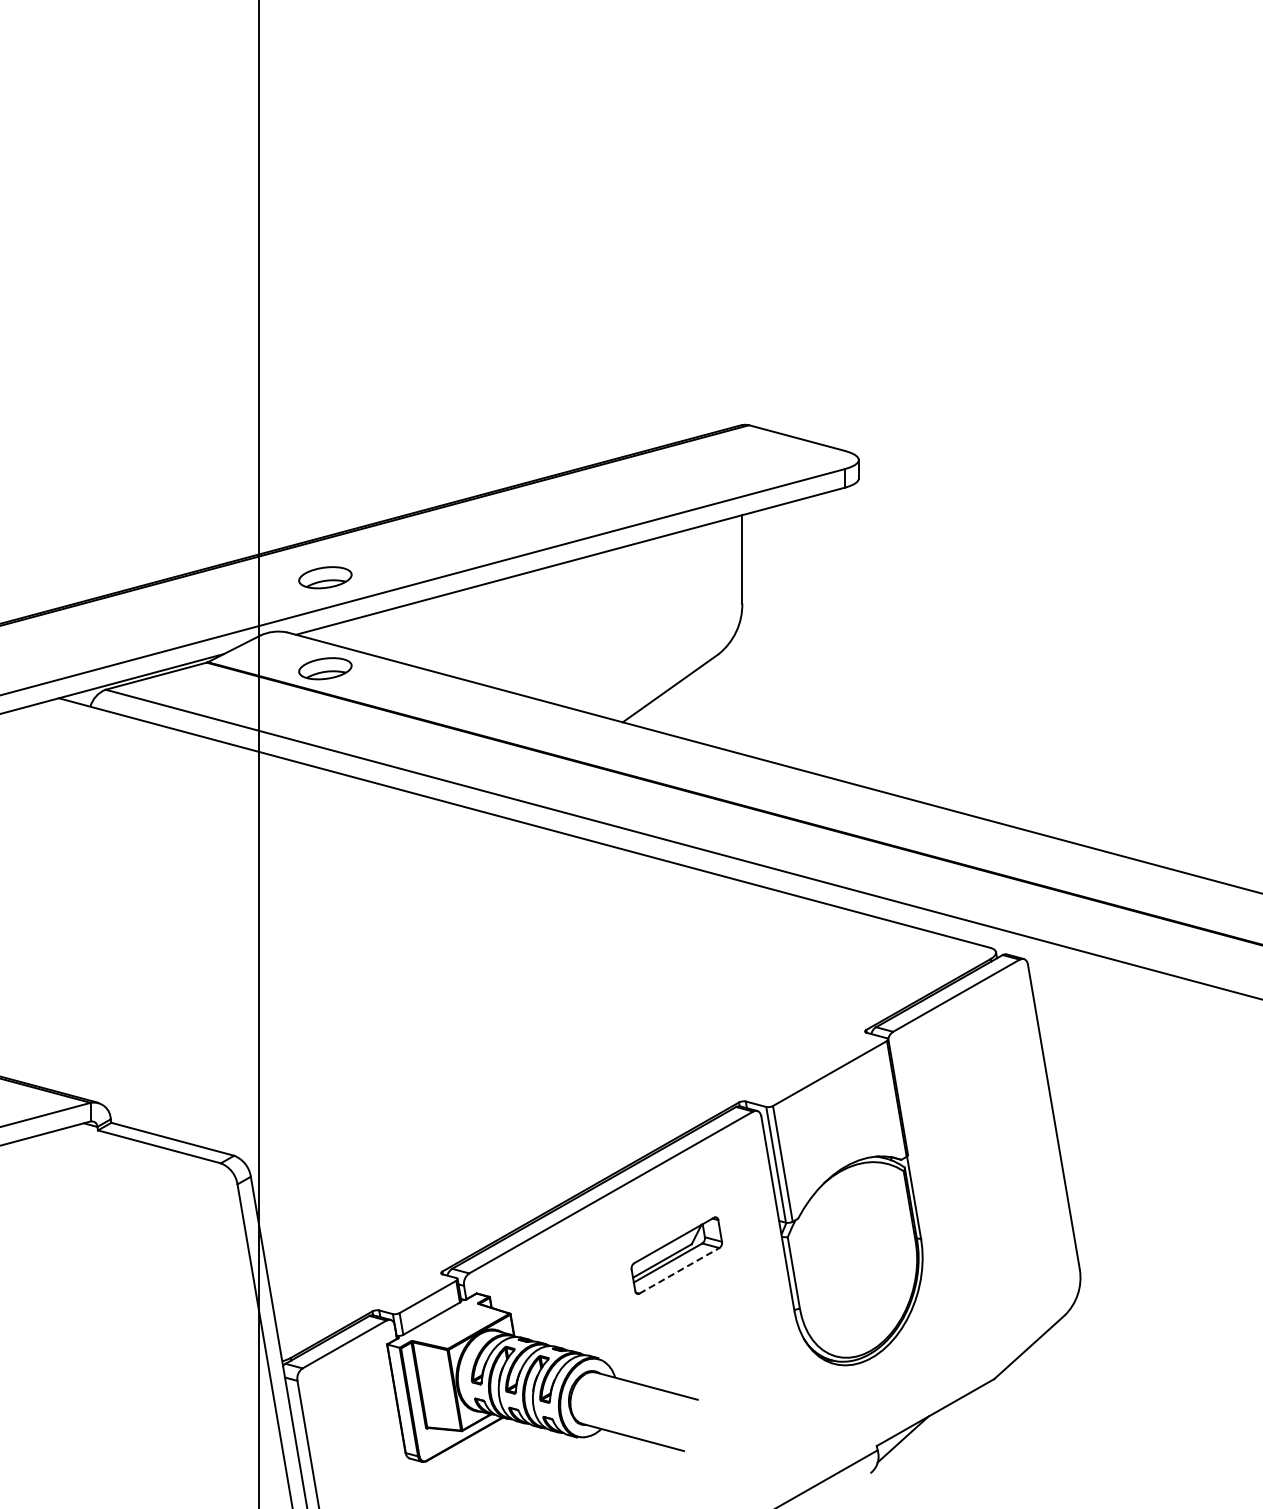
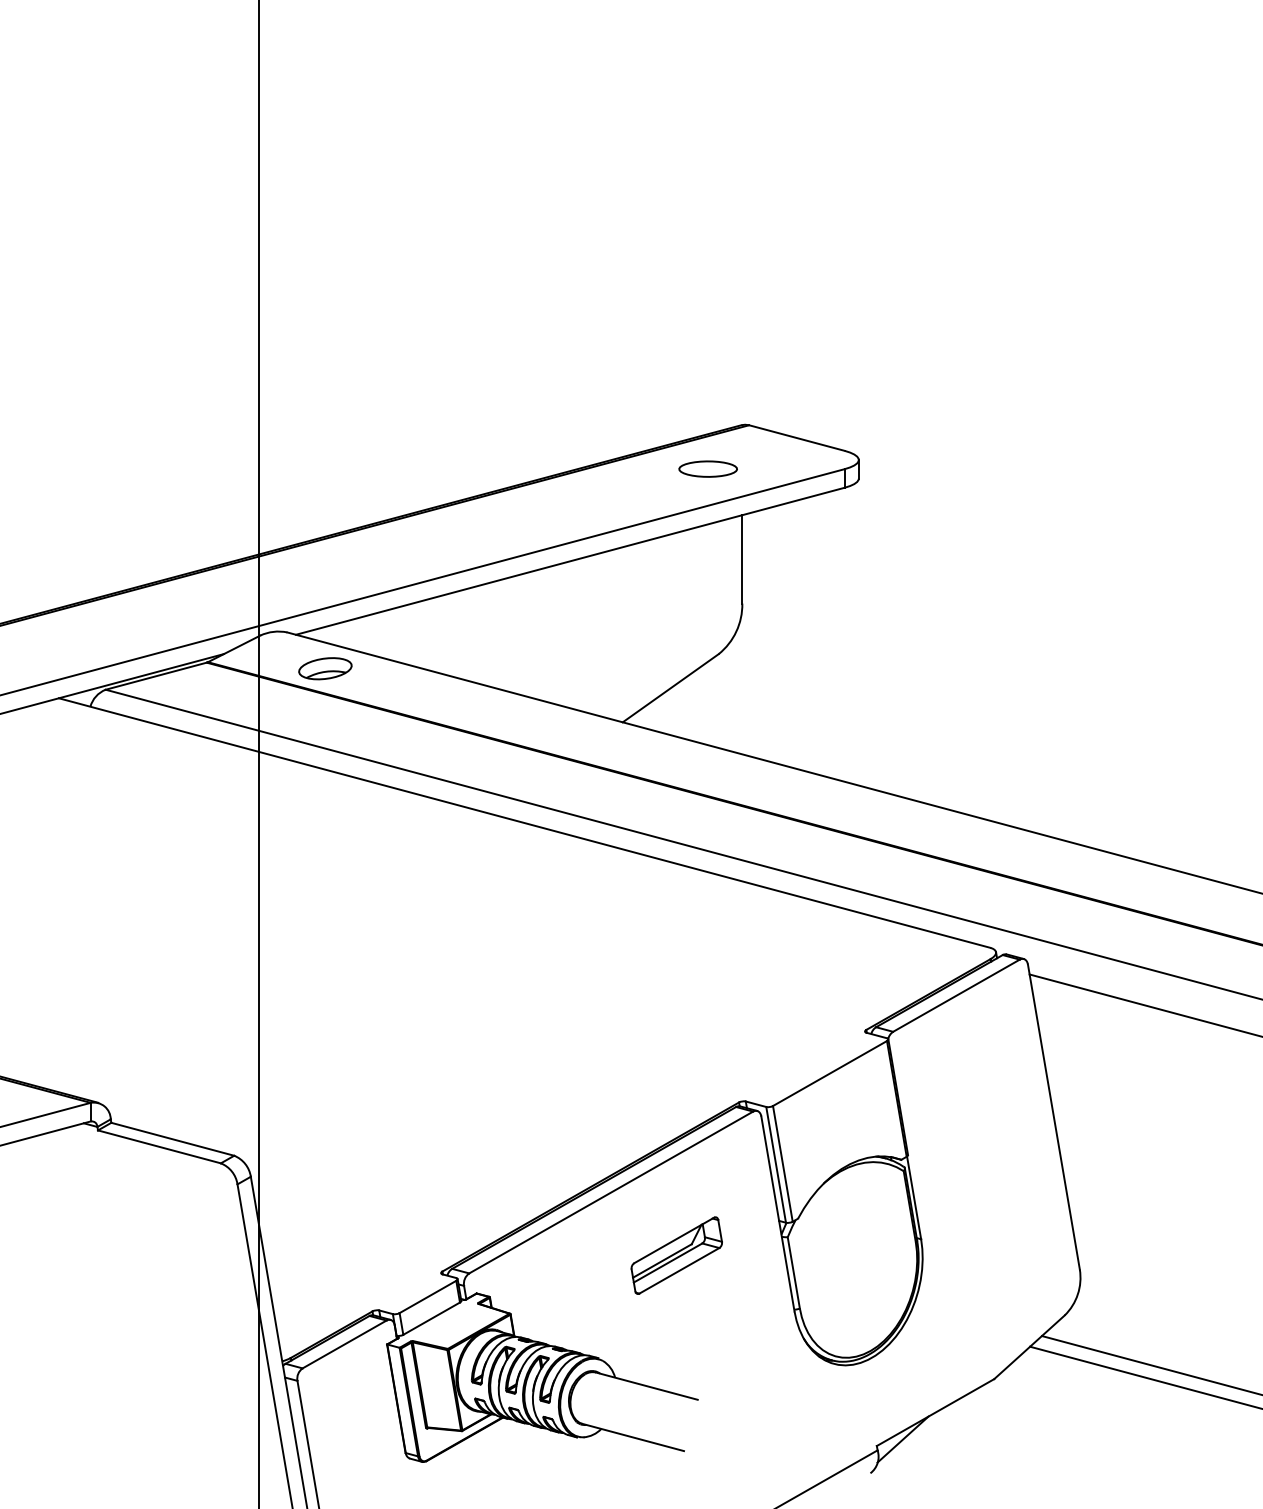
part at (707, 468): none -> present
part at (325, 577): present -> none
line at (1144, 1005): none -> present
line at (679, 1270): dashed -> solid
line at (1150, 1365): none -> present
line at (1144, 1377): none -> present
